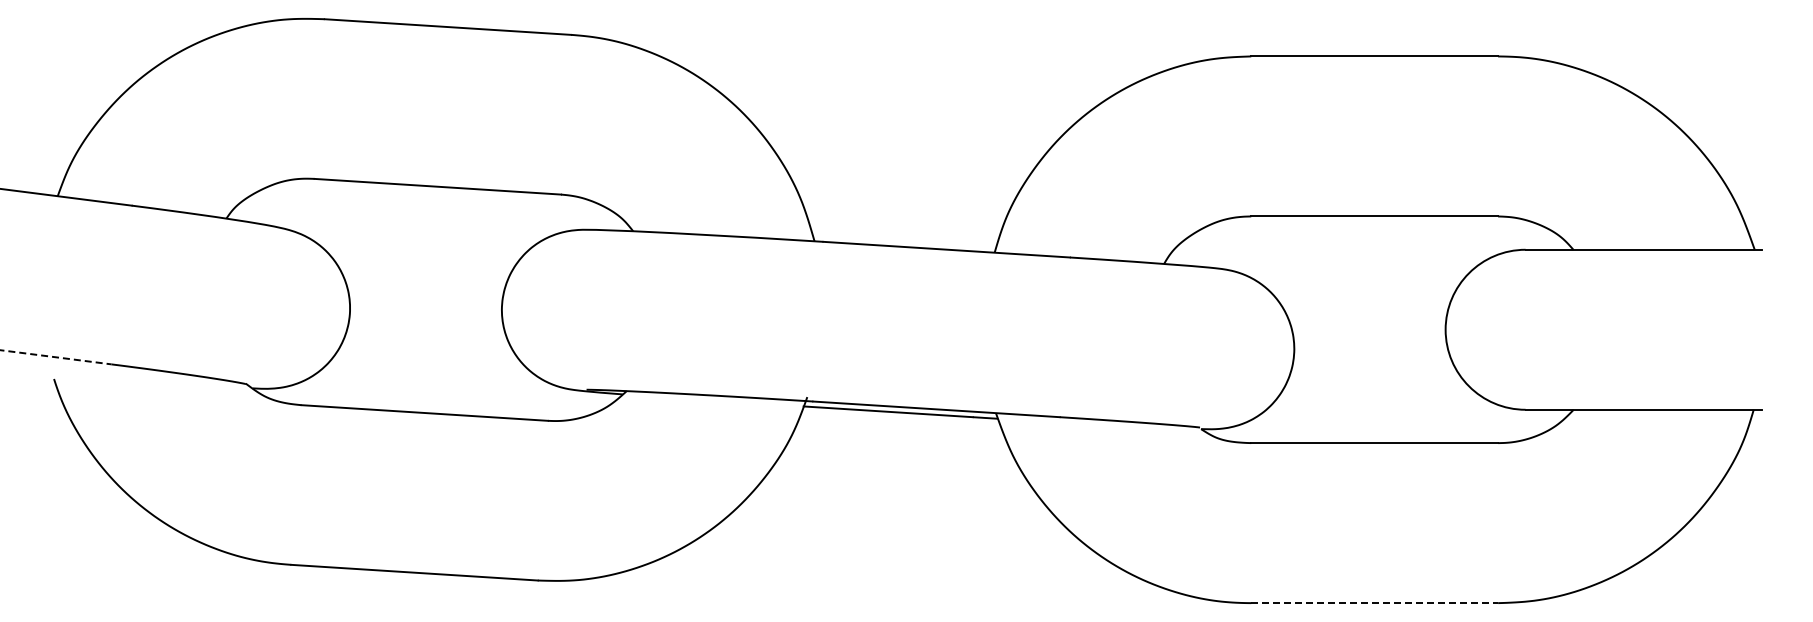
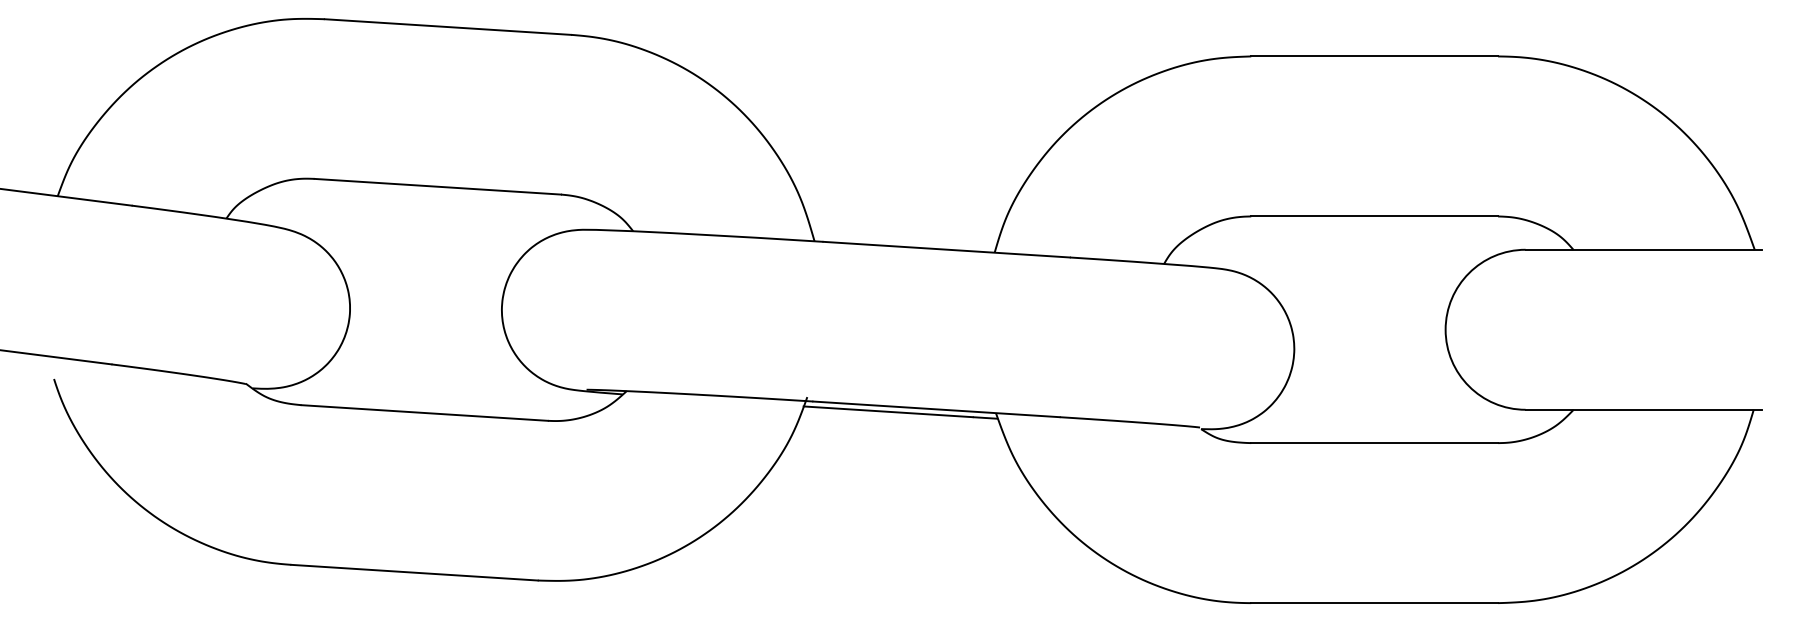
line at (55, 357): dashed -> solid
line at (1375, 603): dashed -> solid
